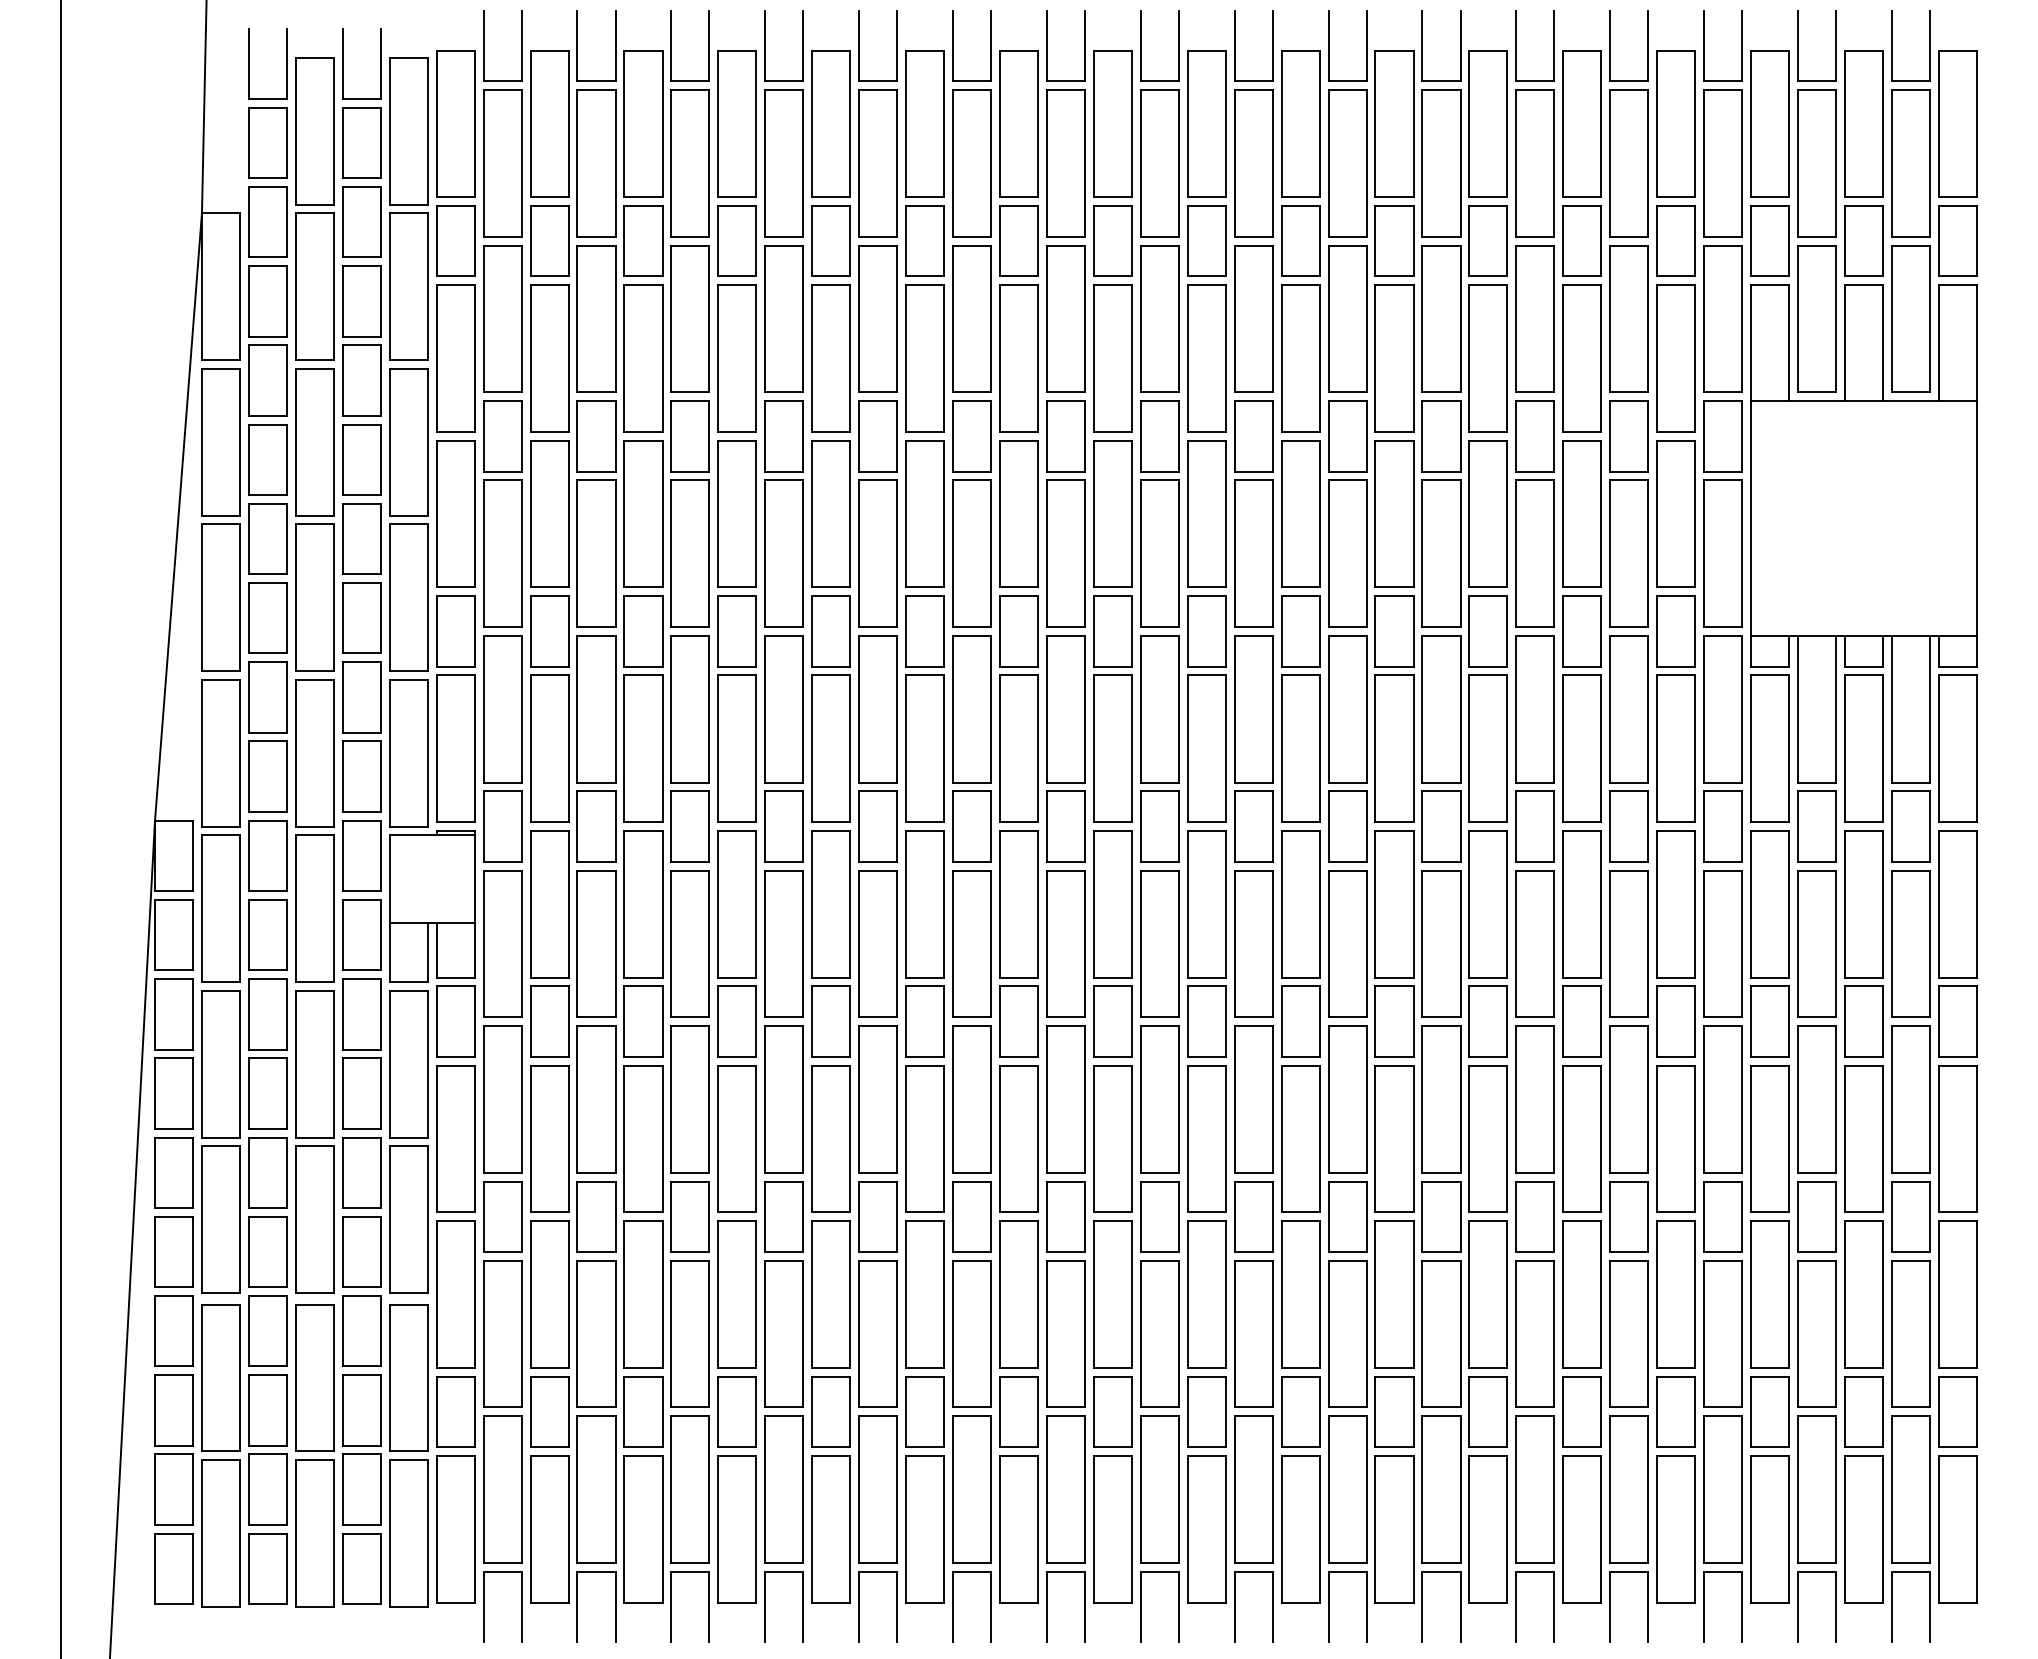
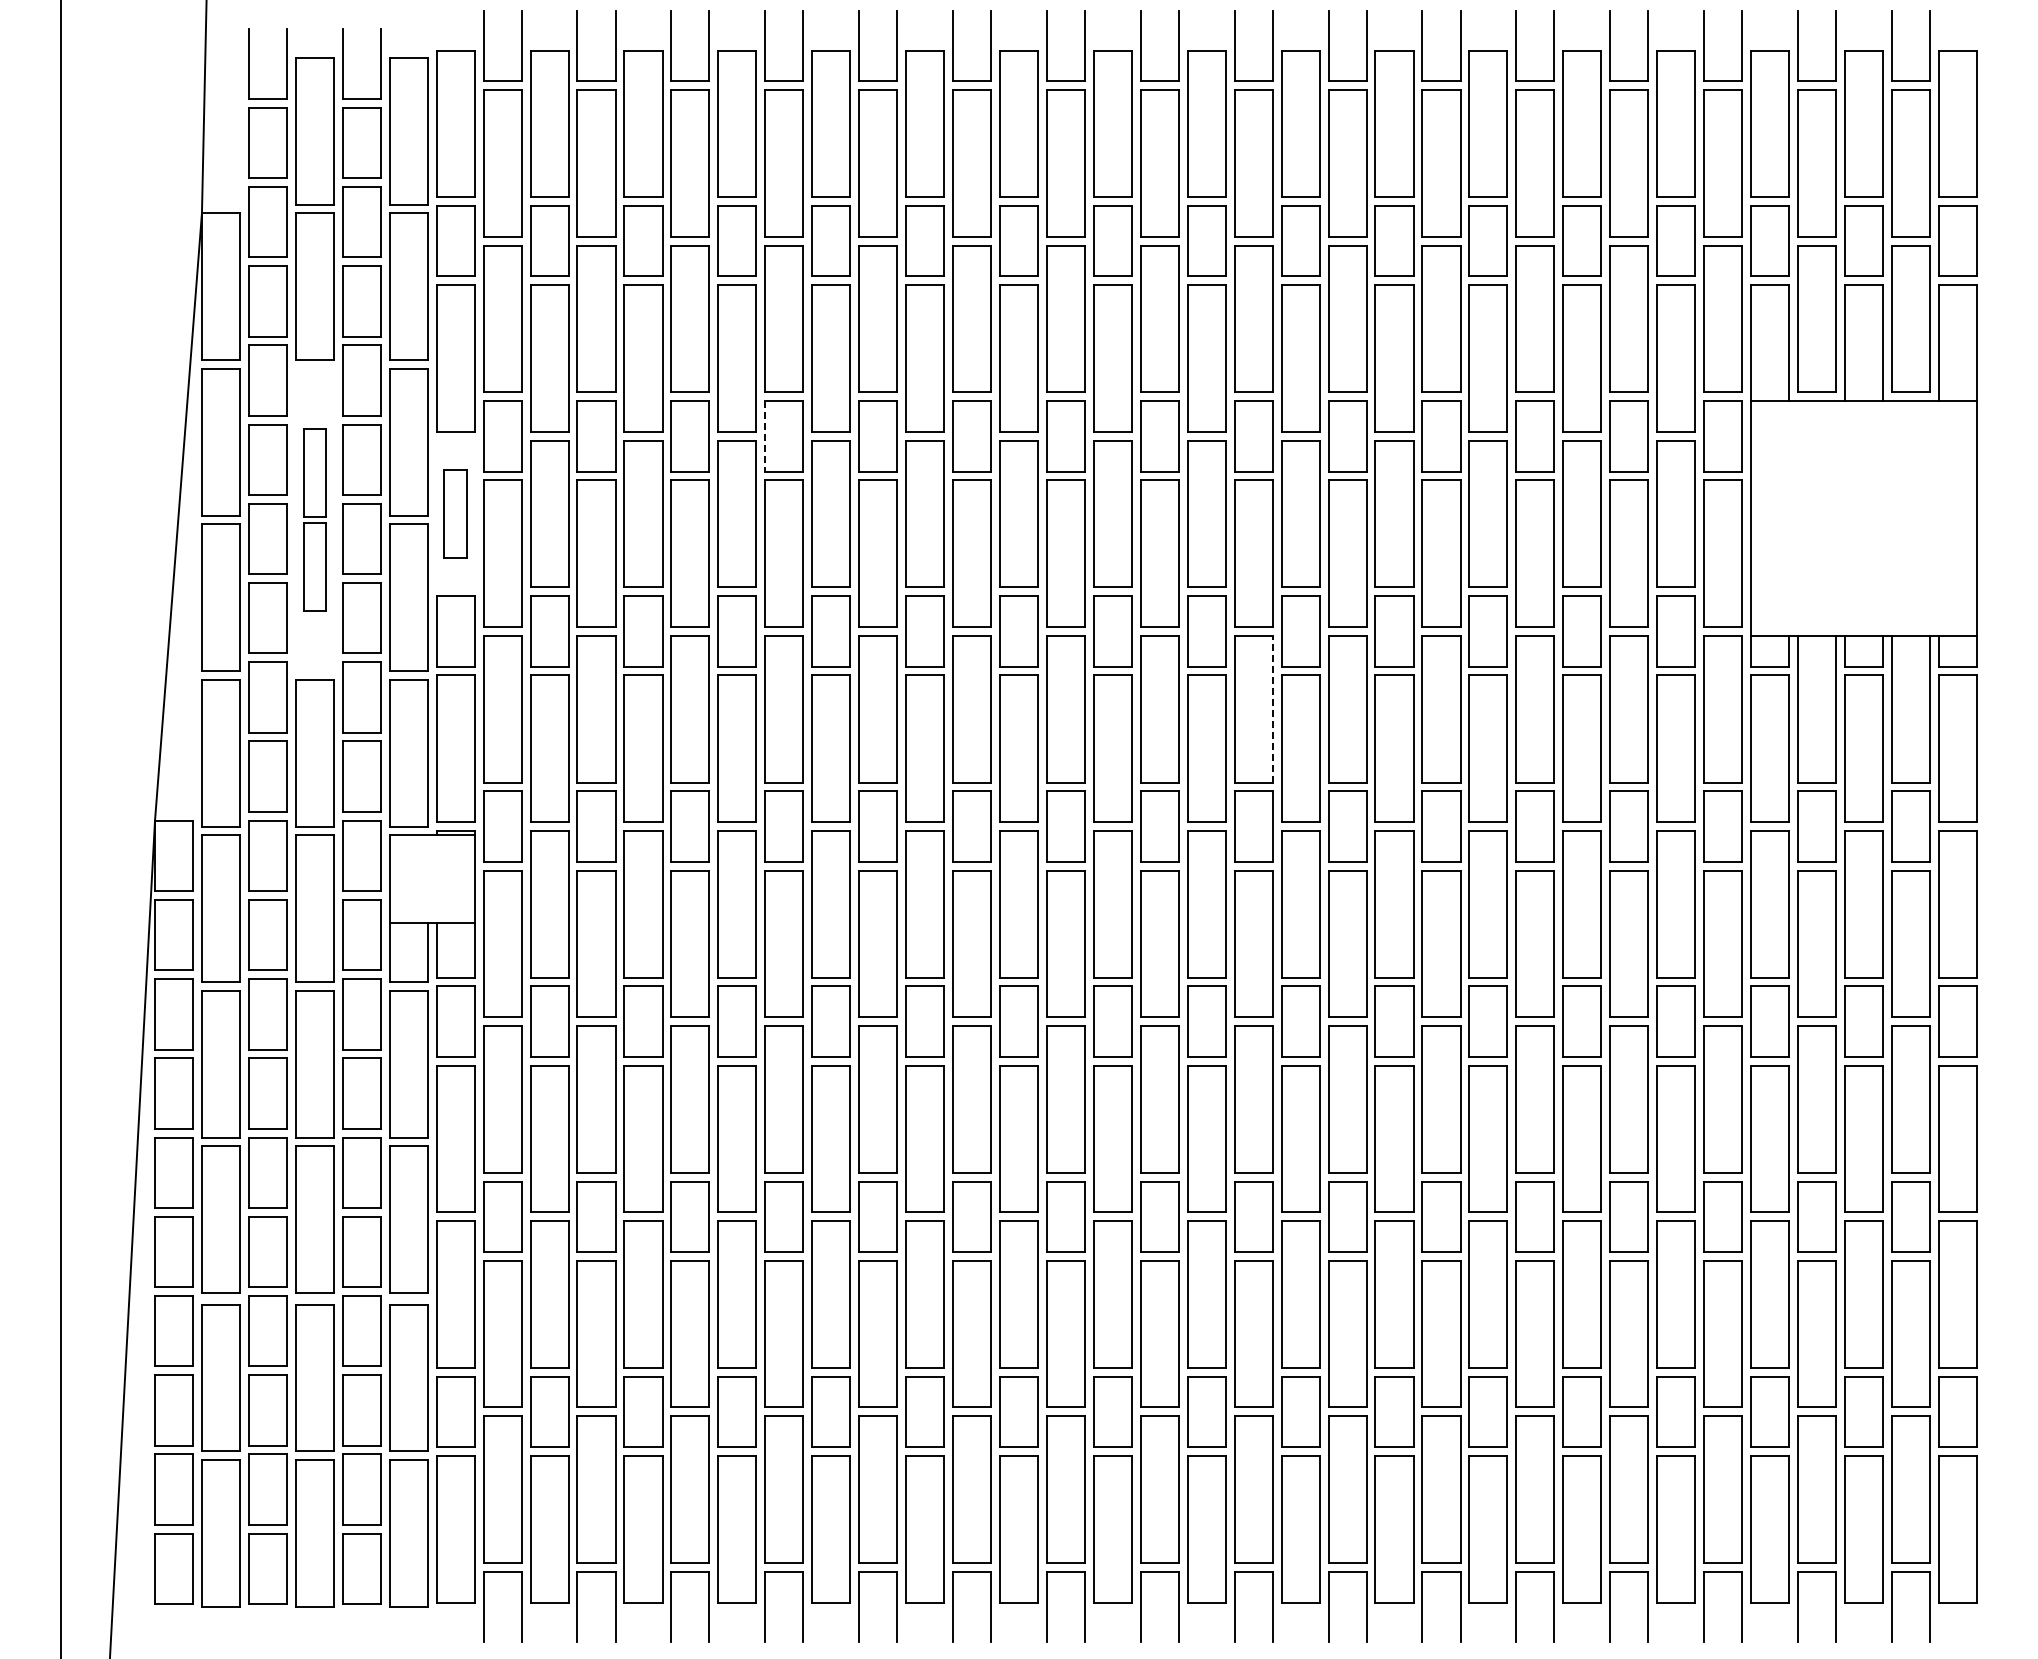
line at (765, 436): solid -> dashed
part at (455, 513) size: 40x148 px -> 25x90 px
part at (314, 519) size: 40x304 px -> 24x184 px
line at (1272, 708): solid -> dashed
